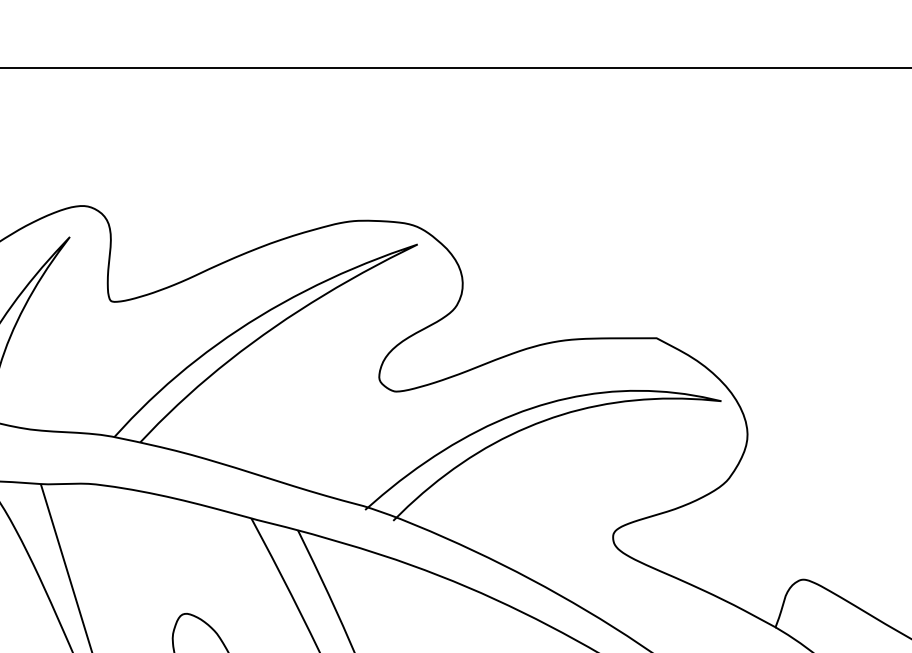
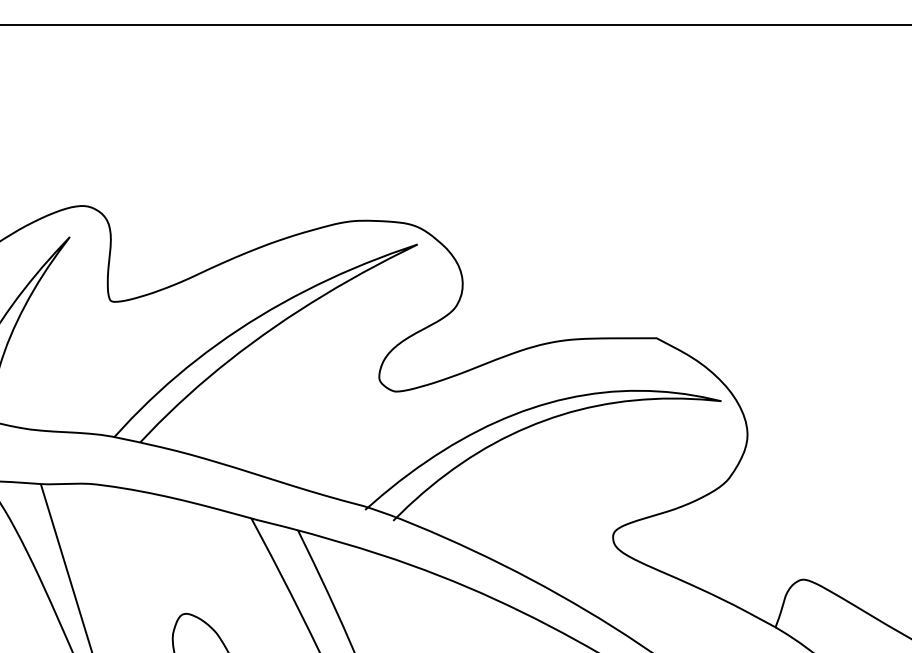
line at (455, 67) position: (455, 67) -> (455, 24)
